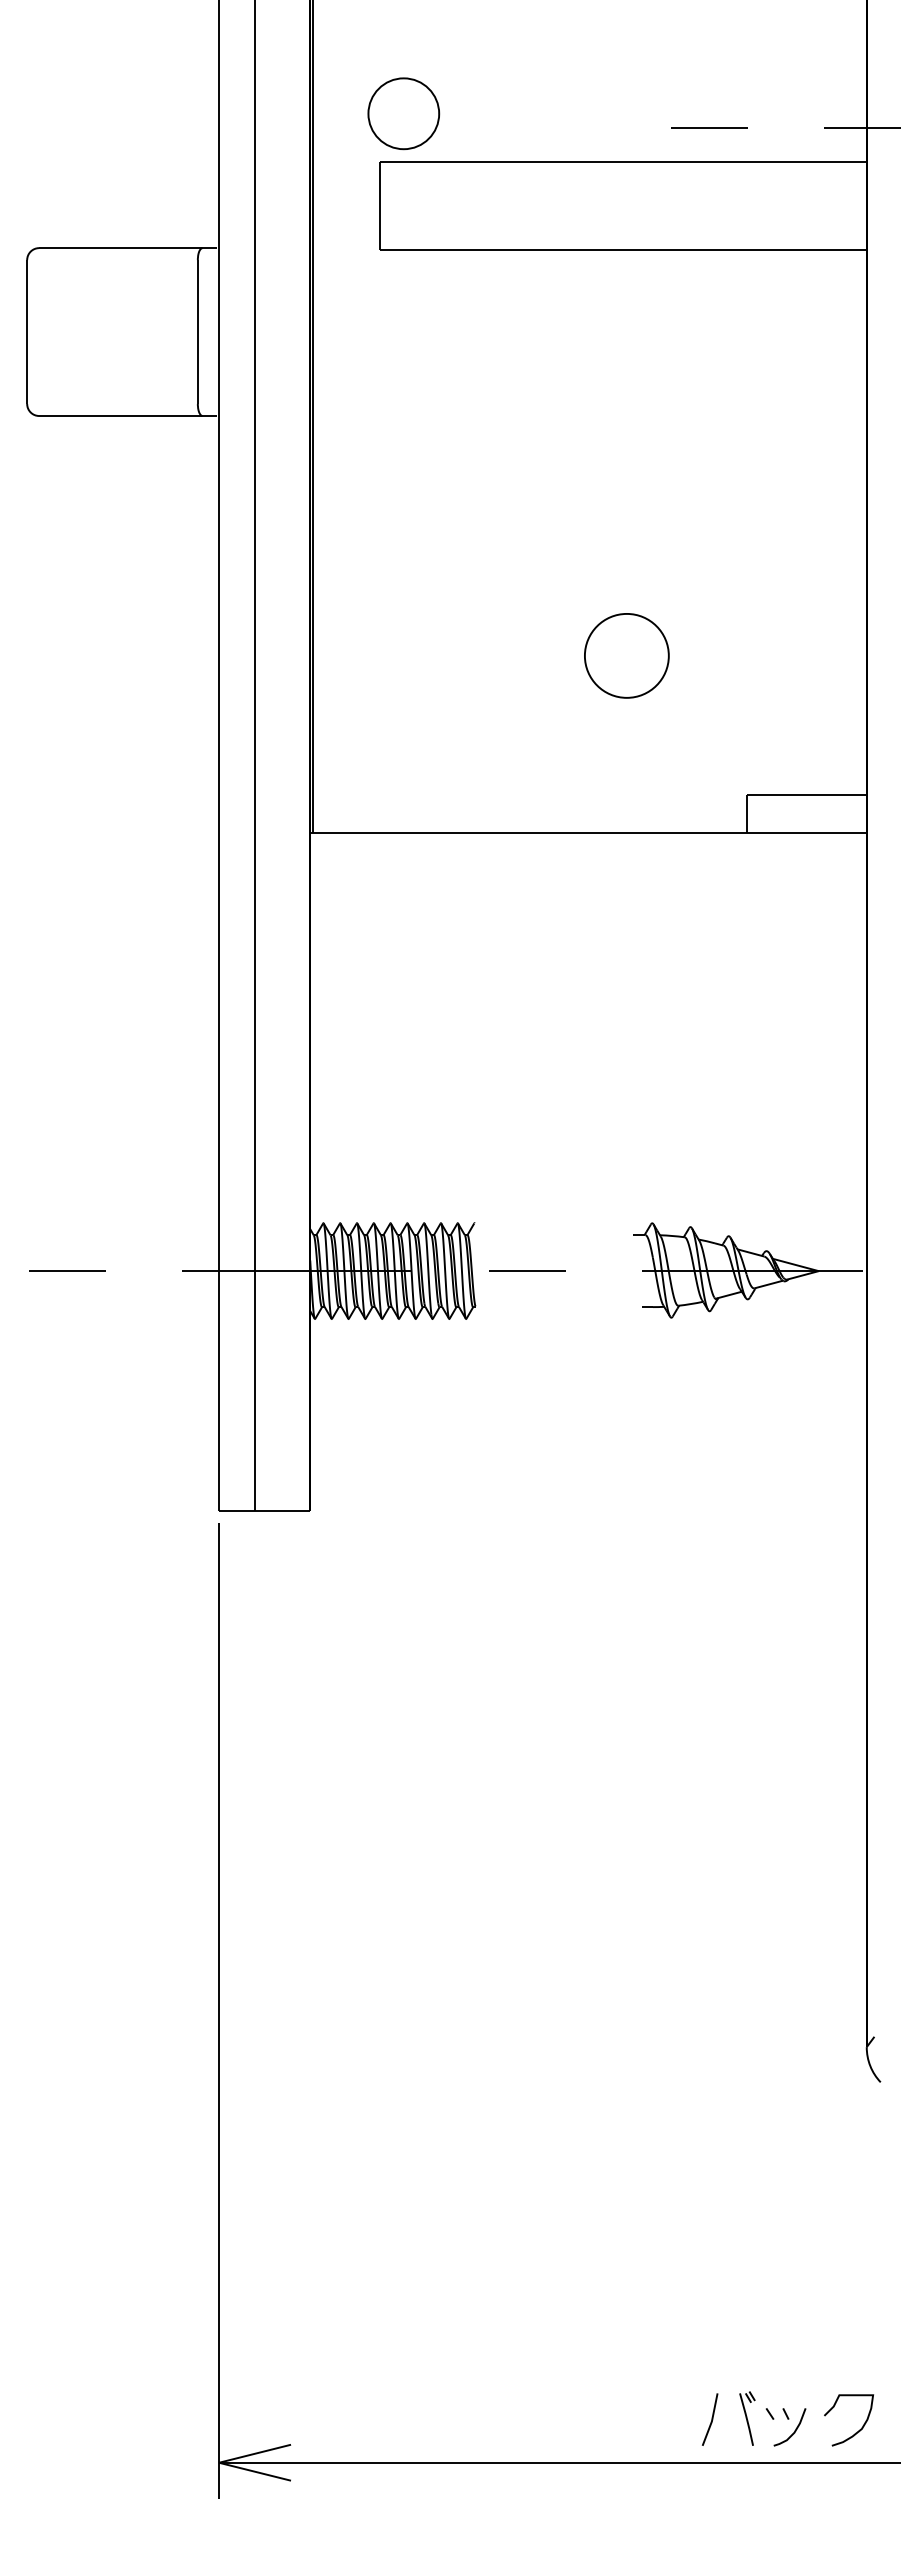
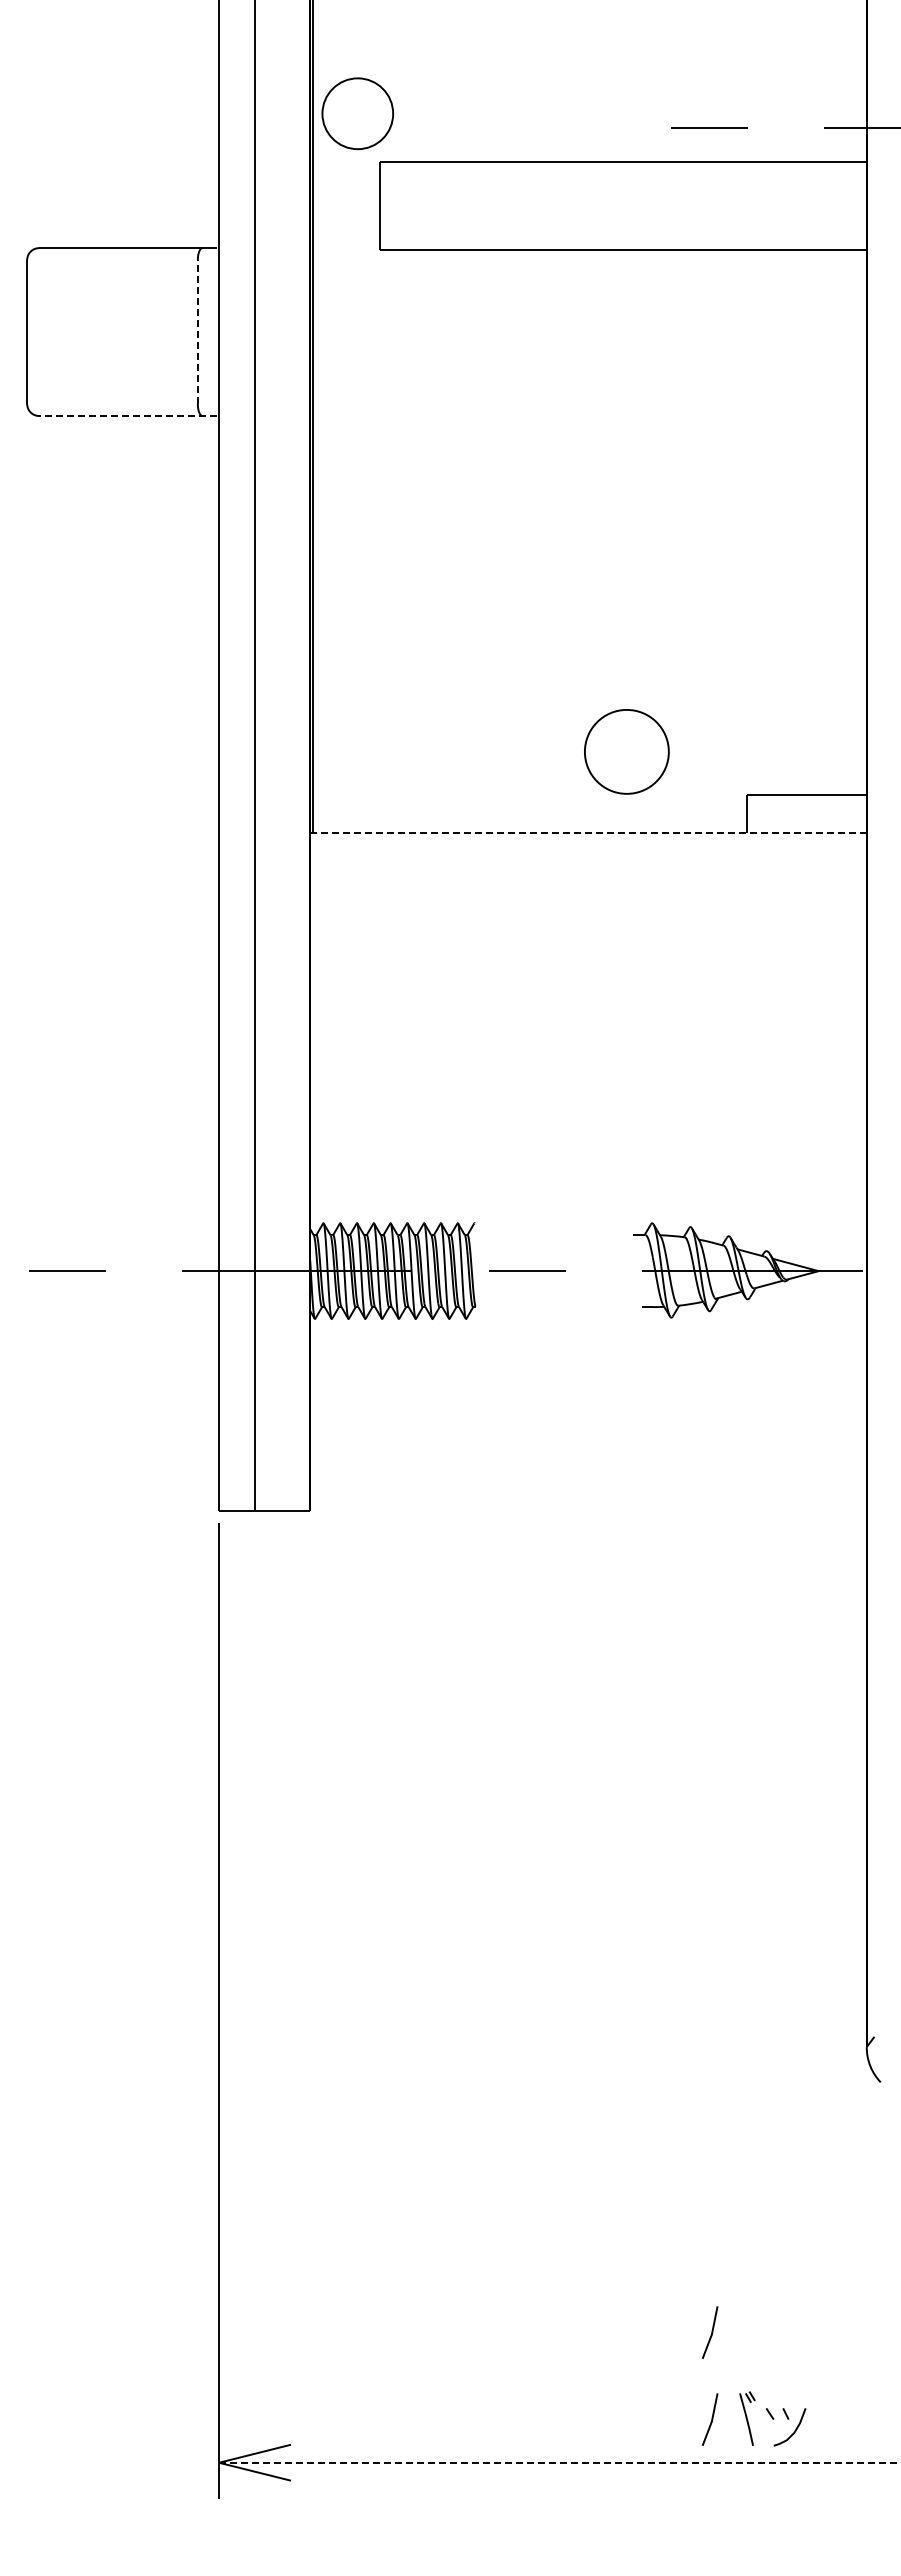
part at (403, 113) position: (403, 113) -> (357, 113)
line at (197, 332): solid -> dashed
line at (127, 416): solid -> dashed
part at (626, 655) position: (626, 655) -> (626, 751)
line at (589, 833): solid -> dashed
line at (711, 2332): none -> present
curve at (855, 2432): present -> none
line at (560, 2462): solid -> dashed
